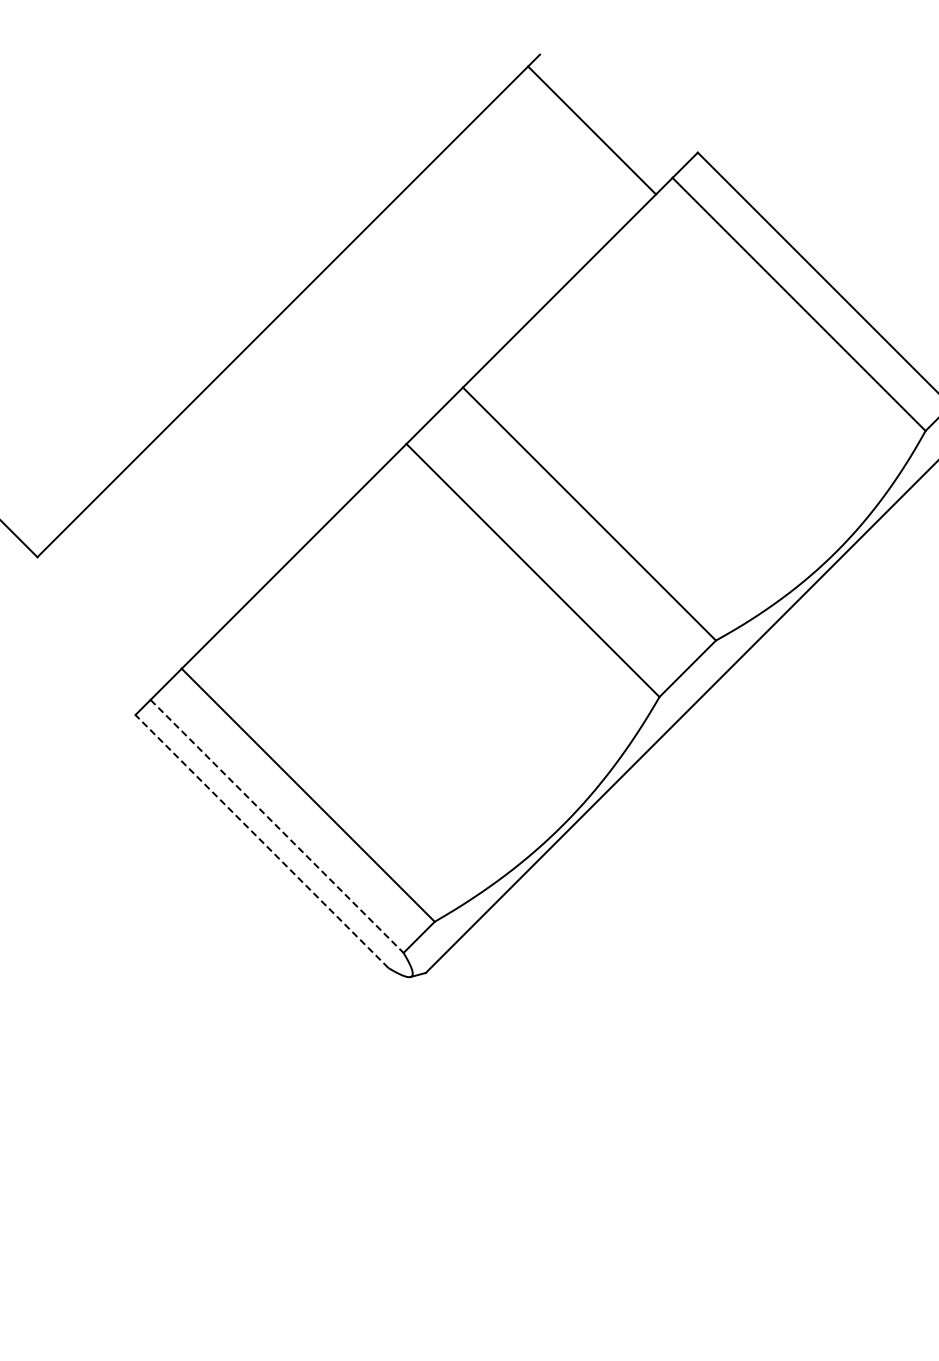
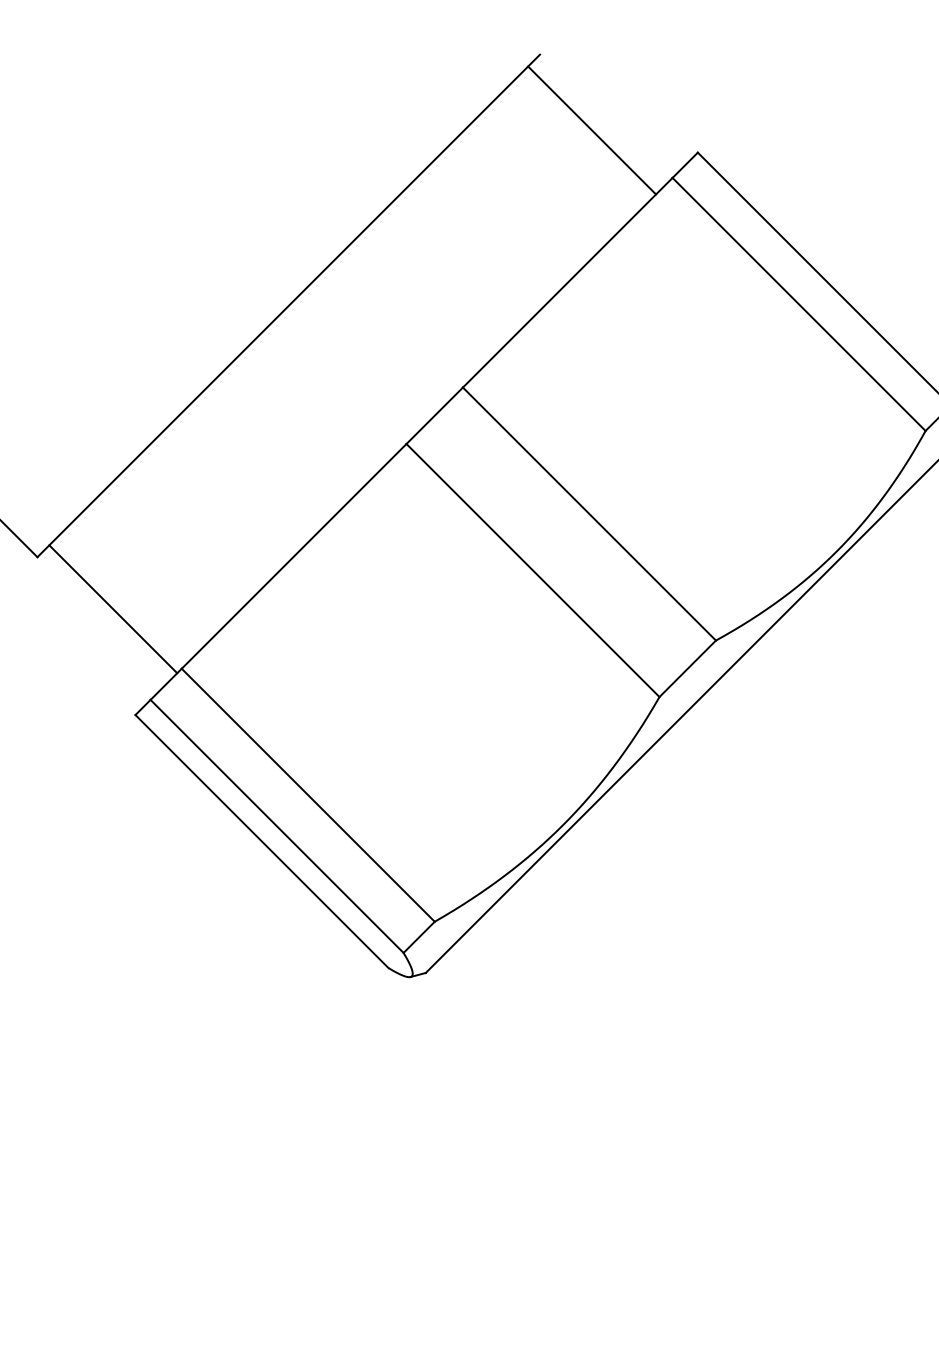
line at (113, 609): none -> present
line at (277, 826): dashed -> solid
line at (261, 841): dashed -> solid
